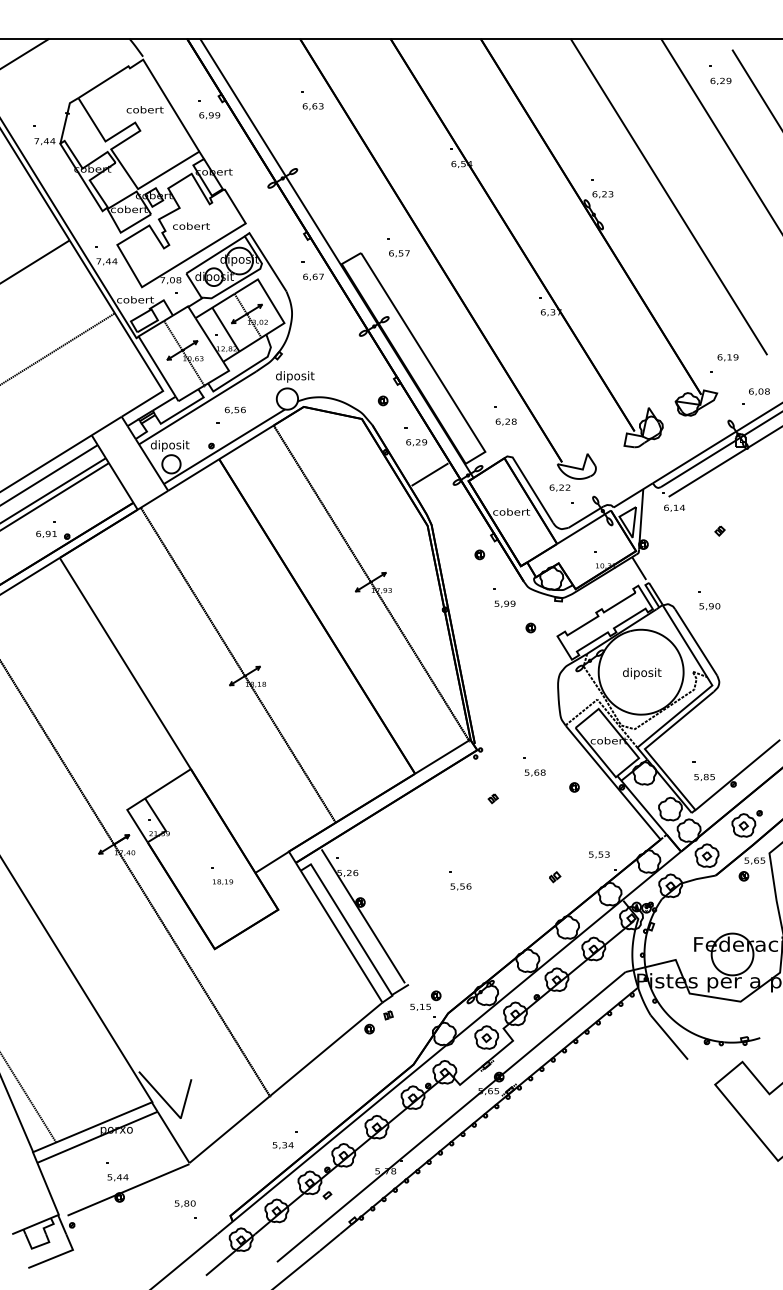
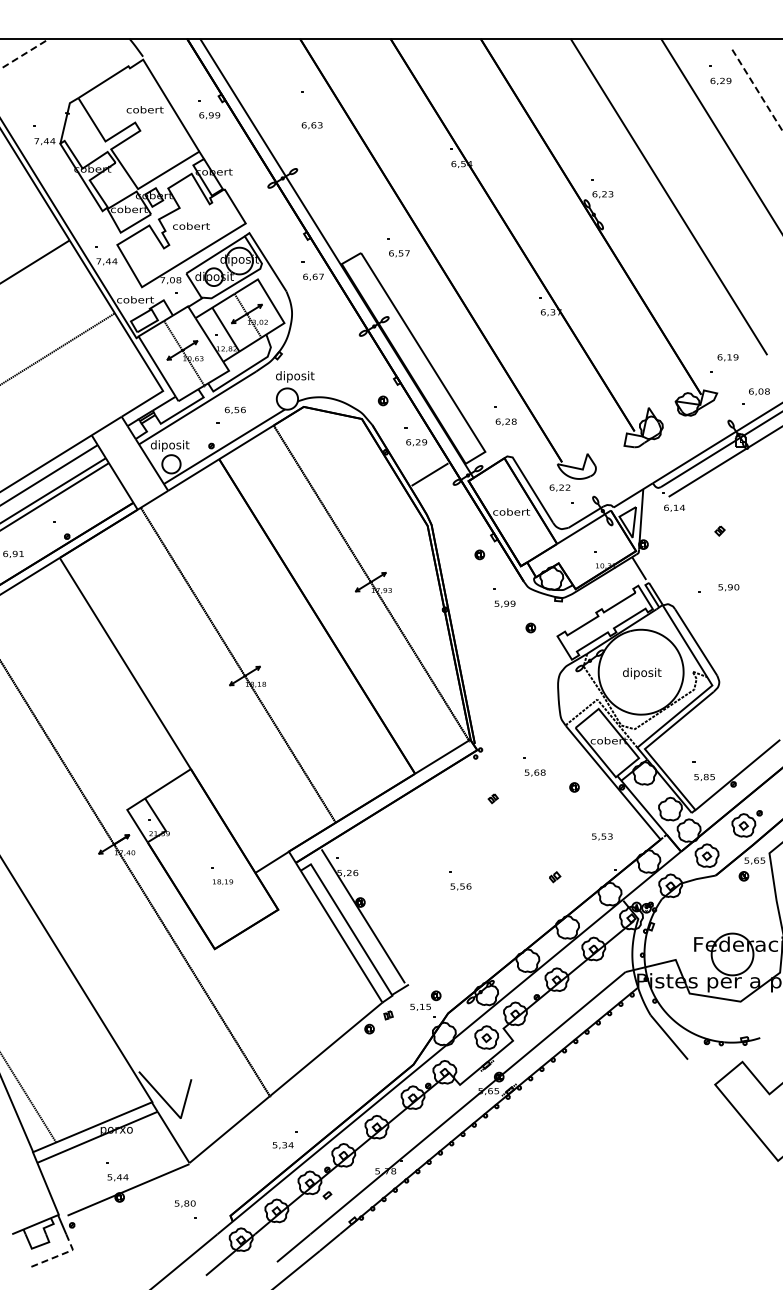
line at (24, 53): solid -> dashed
line at (757, 90): solid -> dashed
text at (312, 106) position: (312, 106) -> (311, 125)
text at (46, 533) position: (46, 533) -> (13, 553)
text at (709, 606) position: (709, 606) -> (728, 587)
text at (599, 854) position: (599, 854) -> (602, 836)
line at (59, 1255): solid -> dashed
